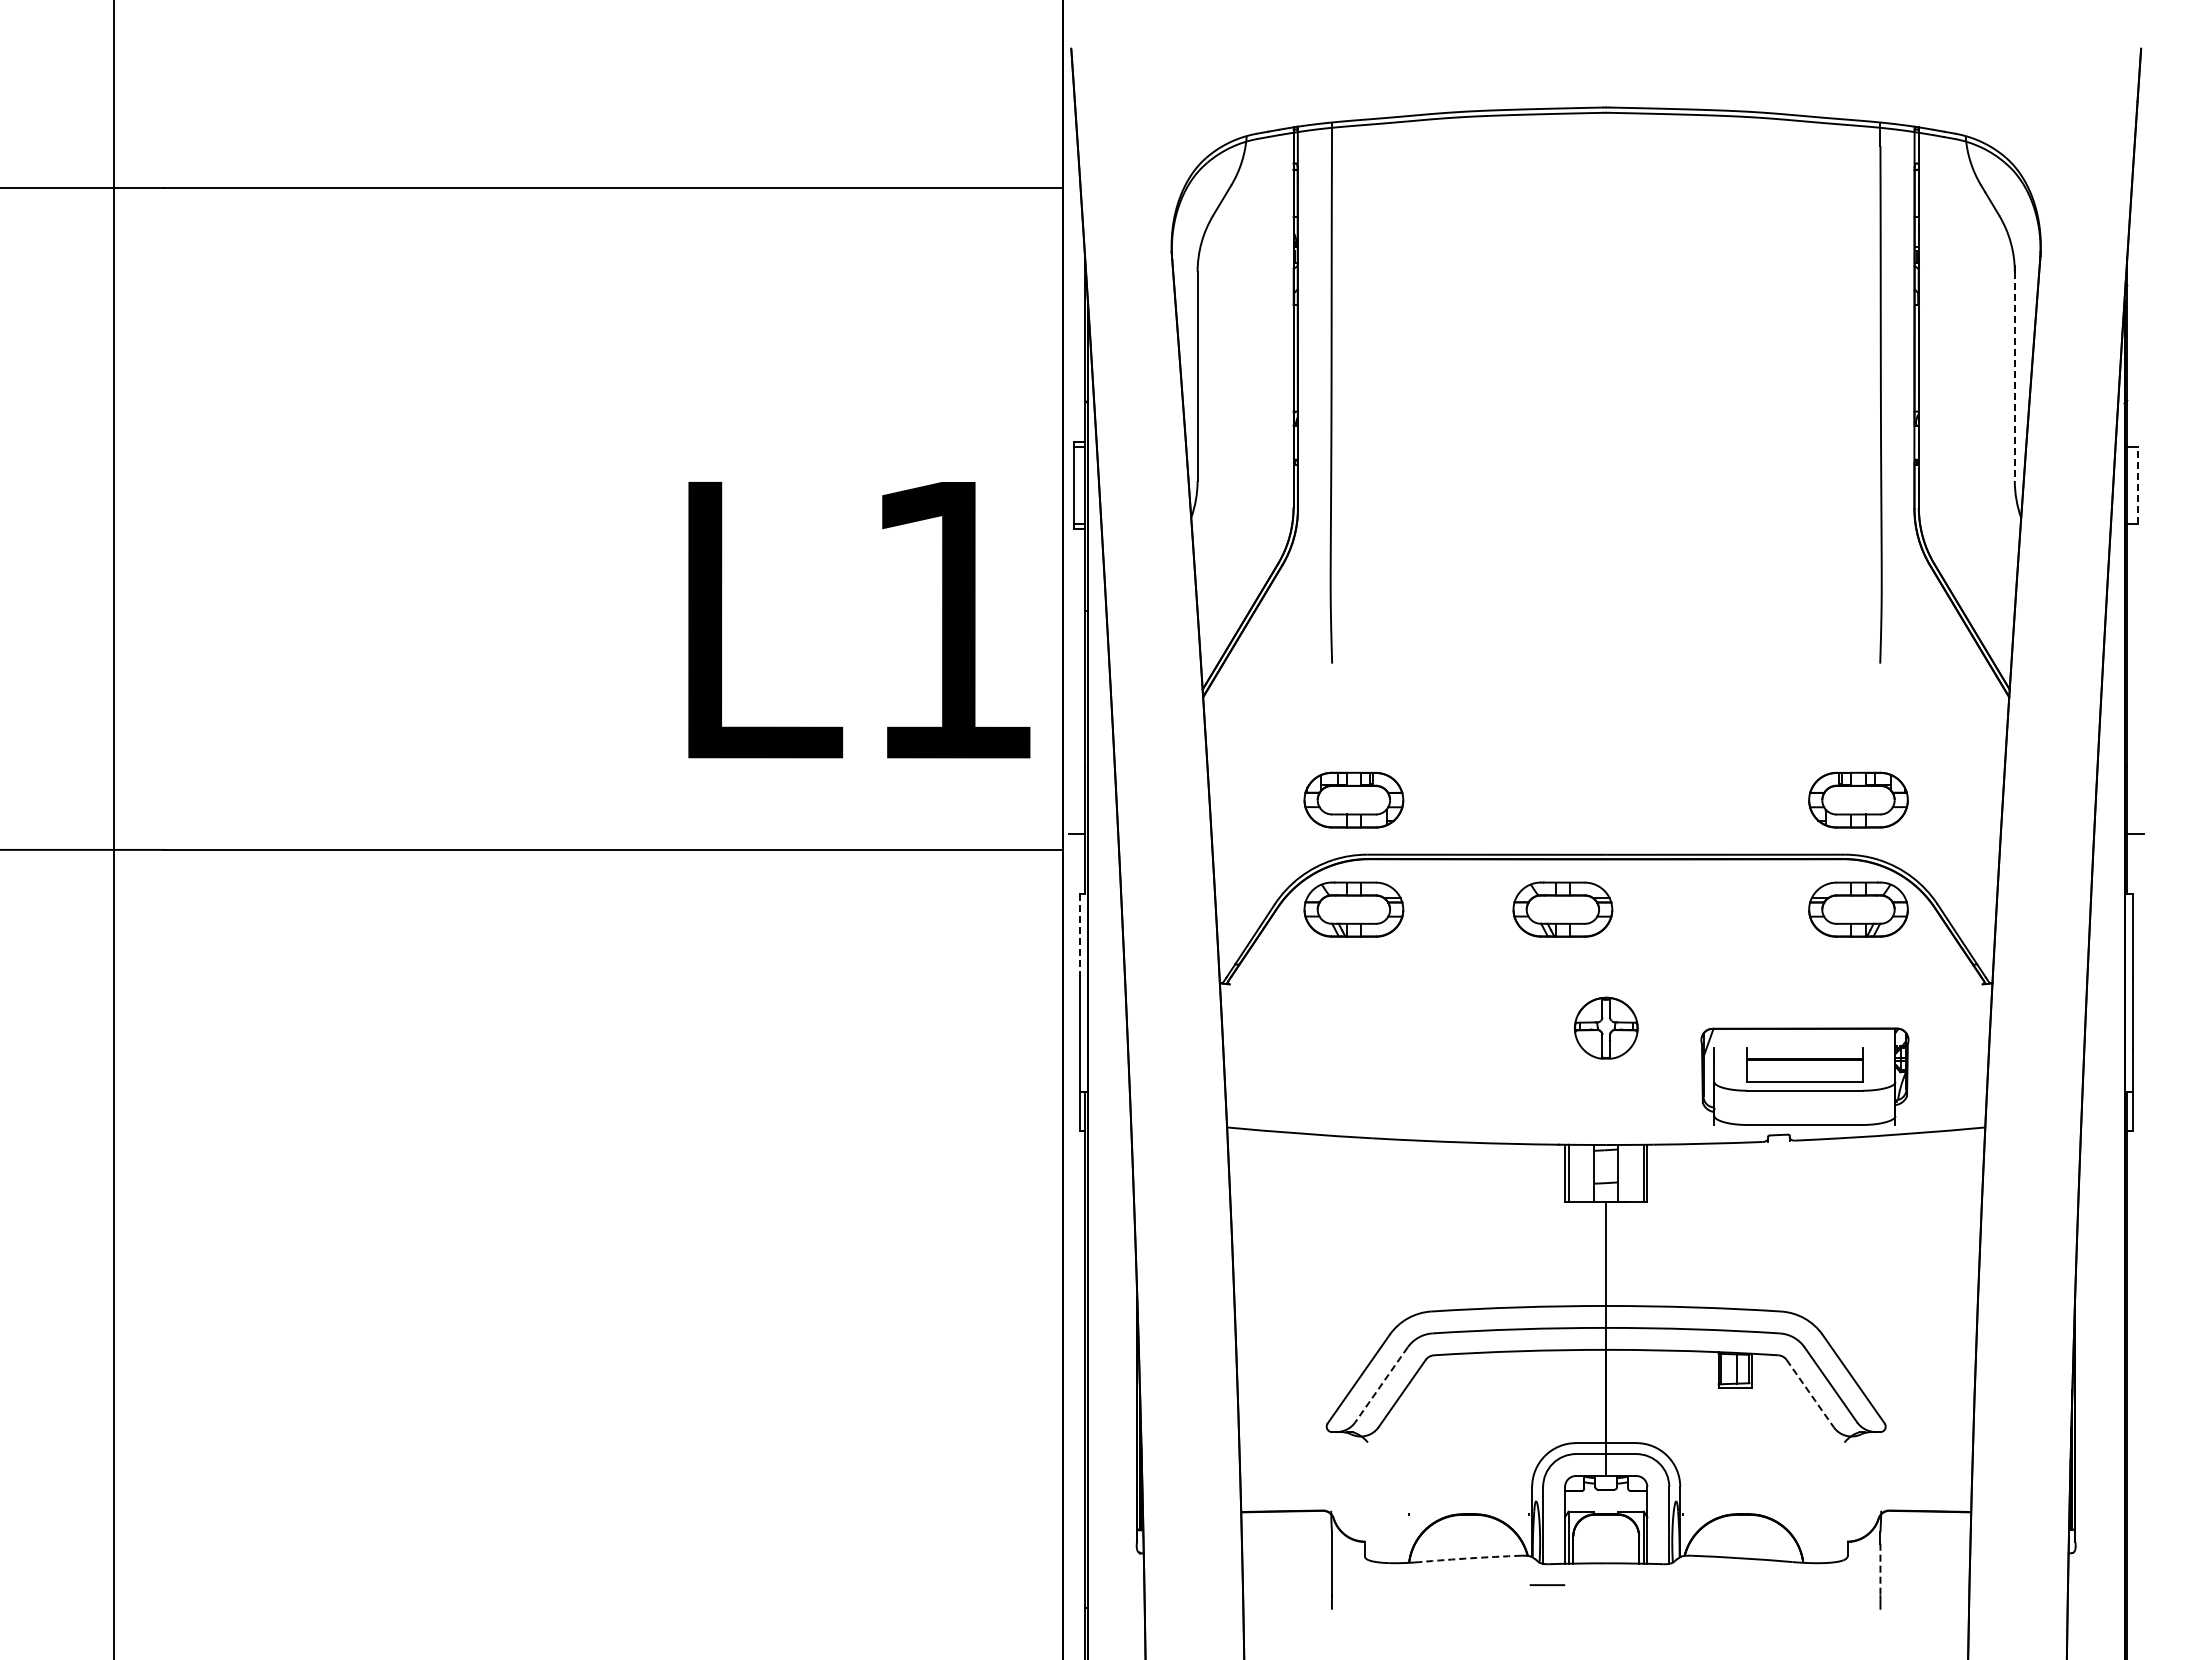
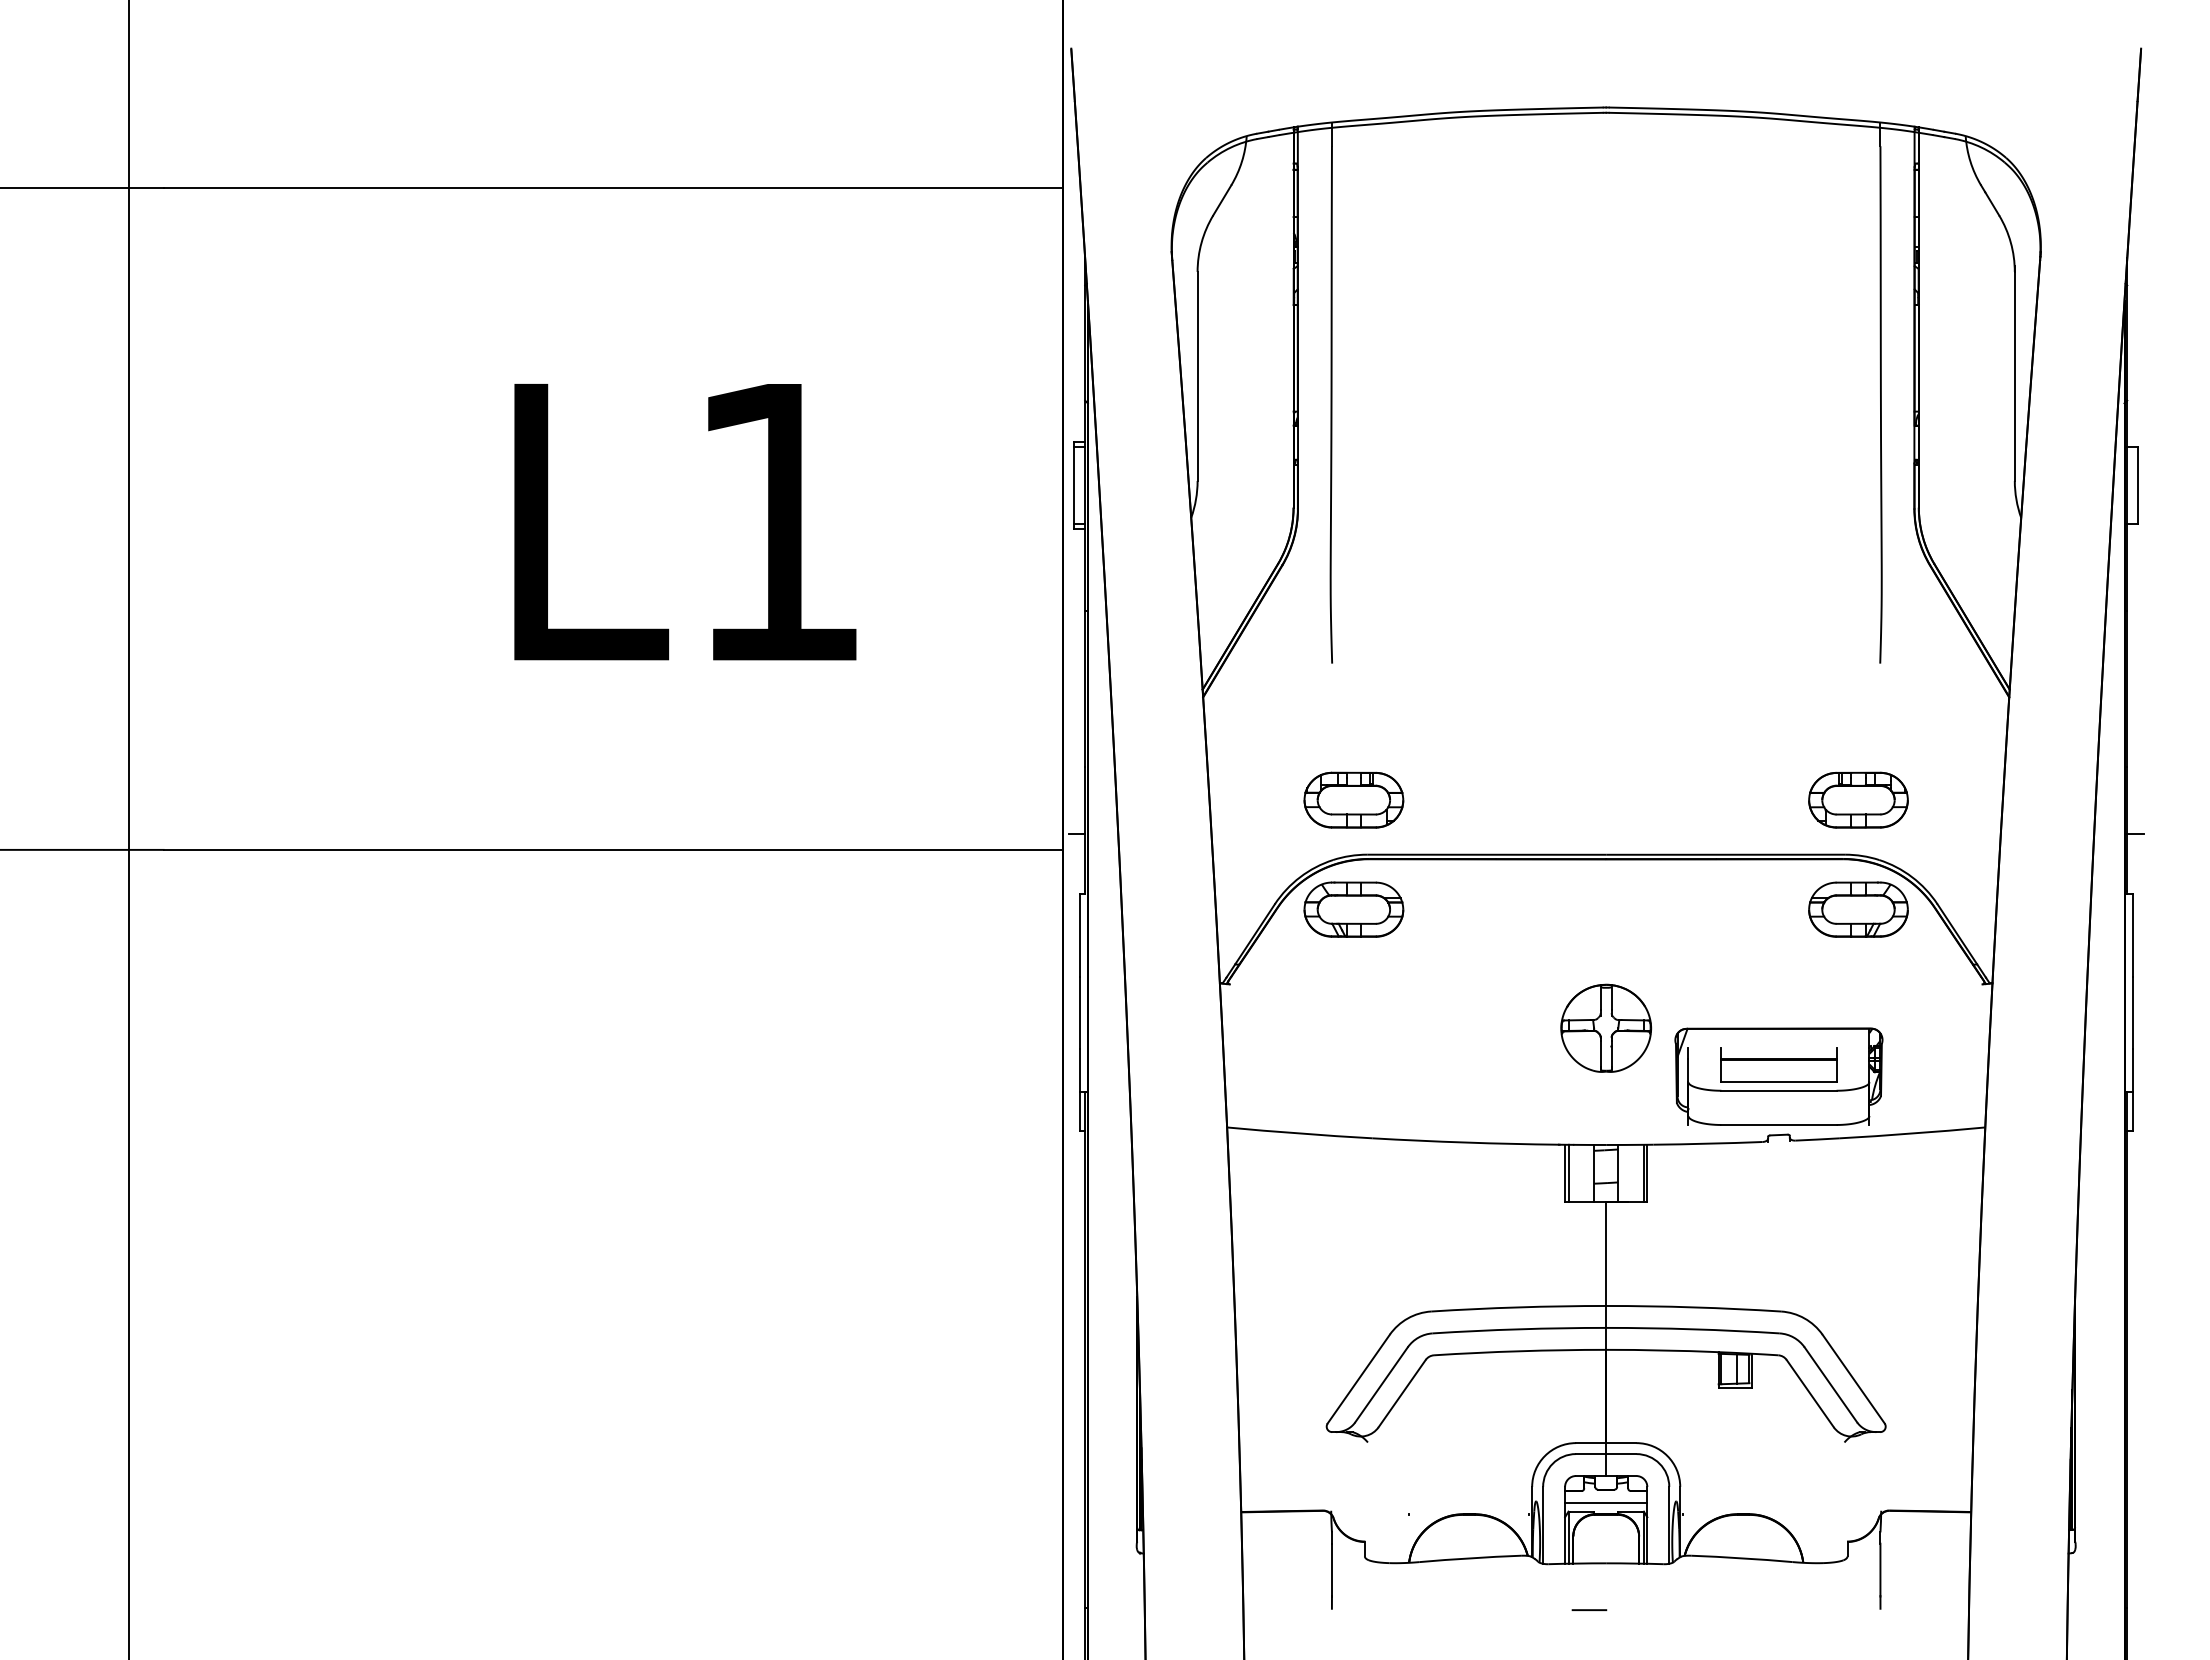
line at (2014, 376): dashed -> solid
line at (2138, 484): dashed -> solid
text at (859, 620) position: (859, 620) -> (685, 522)
line at (114, 829) position: (114, 829) -> (129, 829)
part at (1562, 909): present -> none
line at (1079, 936): dashed -> solid
part at (1606, 1027) size: 65x64 px -> 93x90 px
part at (1804, 1076) position: (1804, 1076) -> (1778, 1076)
line at (1381, 1384): dashed -> solid
line at (1810, 1393): dashed -> solid
line at (1606, 1503): none -> present
arc at (1470, 1558): dashed -> solid
line at (1880, 1570): dashed -> solid
line at (1547, 1584) position: (1547, 1584) -> (1589, 1609)
